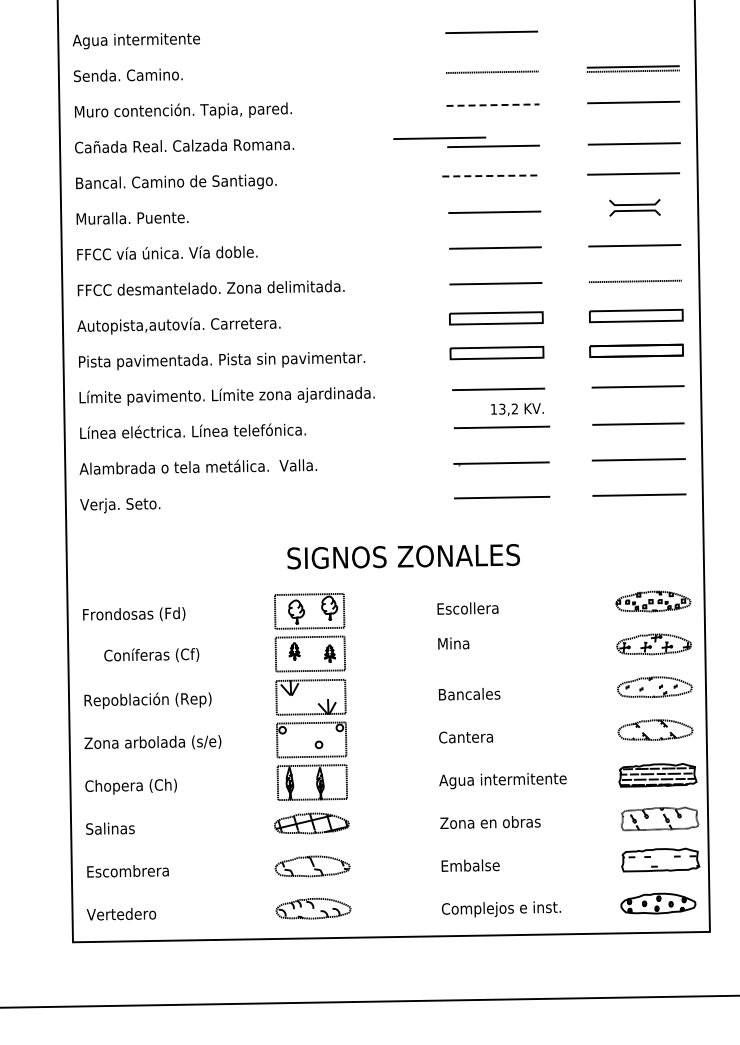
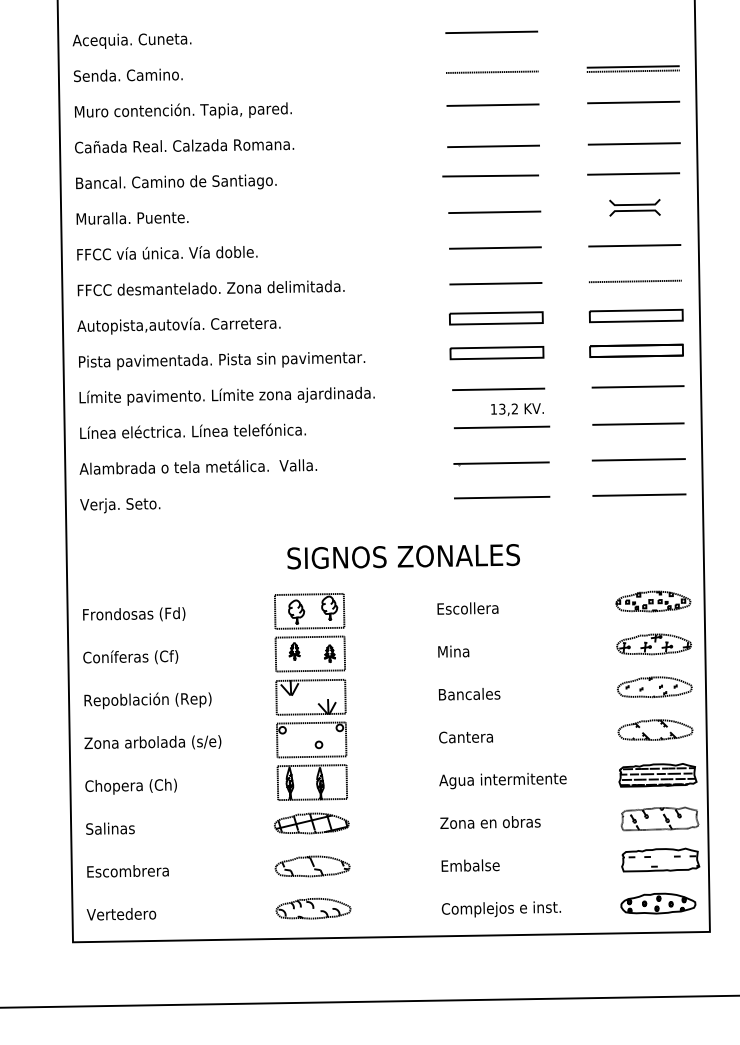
text at (141, 41): Agua intermitente -> Acequia. Cuneta.
line at (493, 105): dashed -> solid
line at (439, 137): present -> none
line at (491, 175): dashed -> solid
text at (453, 643) position: (453, 643) -> (453, 651)
text at (151, 655) position: (151, 655) -> (130, 657)
